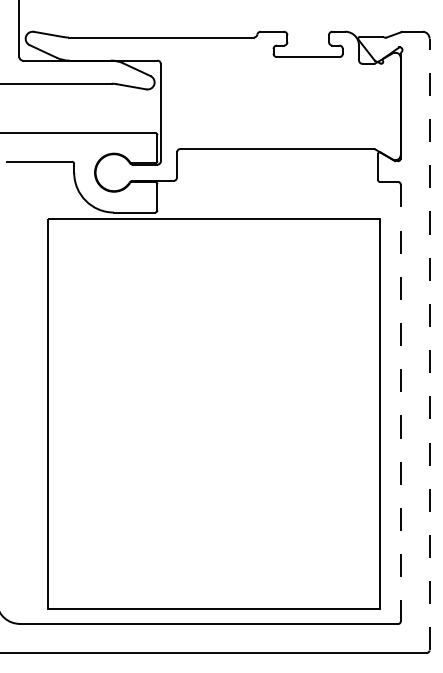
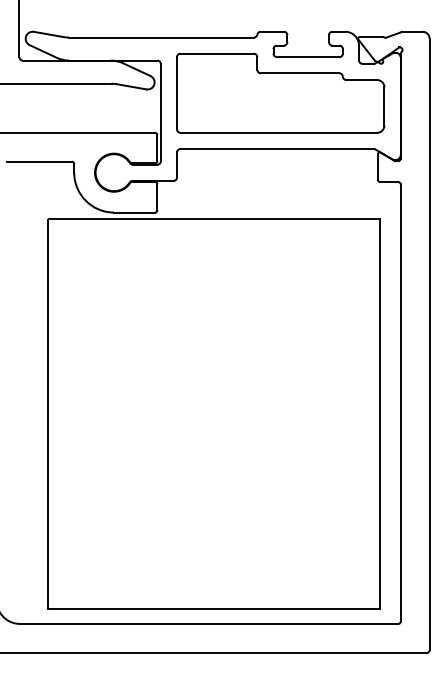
part at (280, 92): none -> present
line at (429, 344): dashed -> solid
line at (400, 402): dashed -> solid
